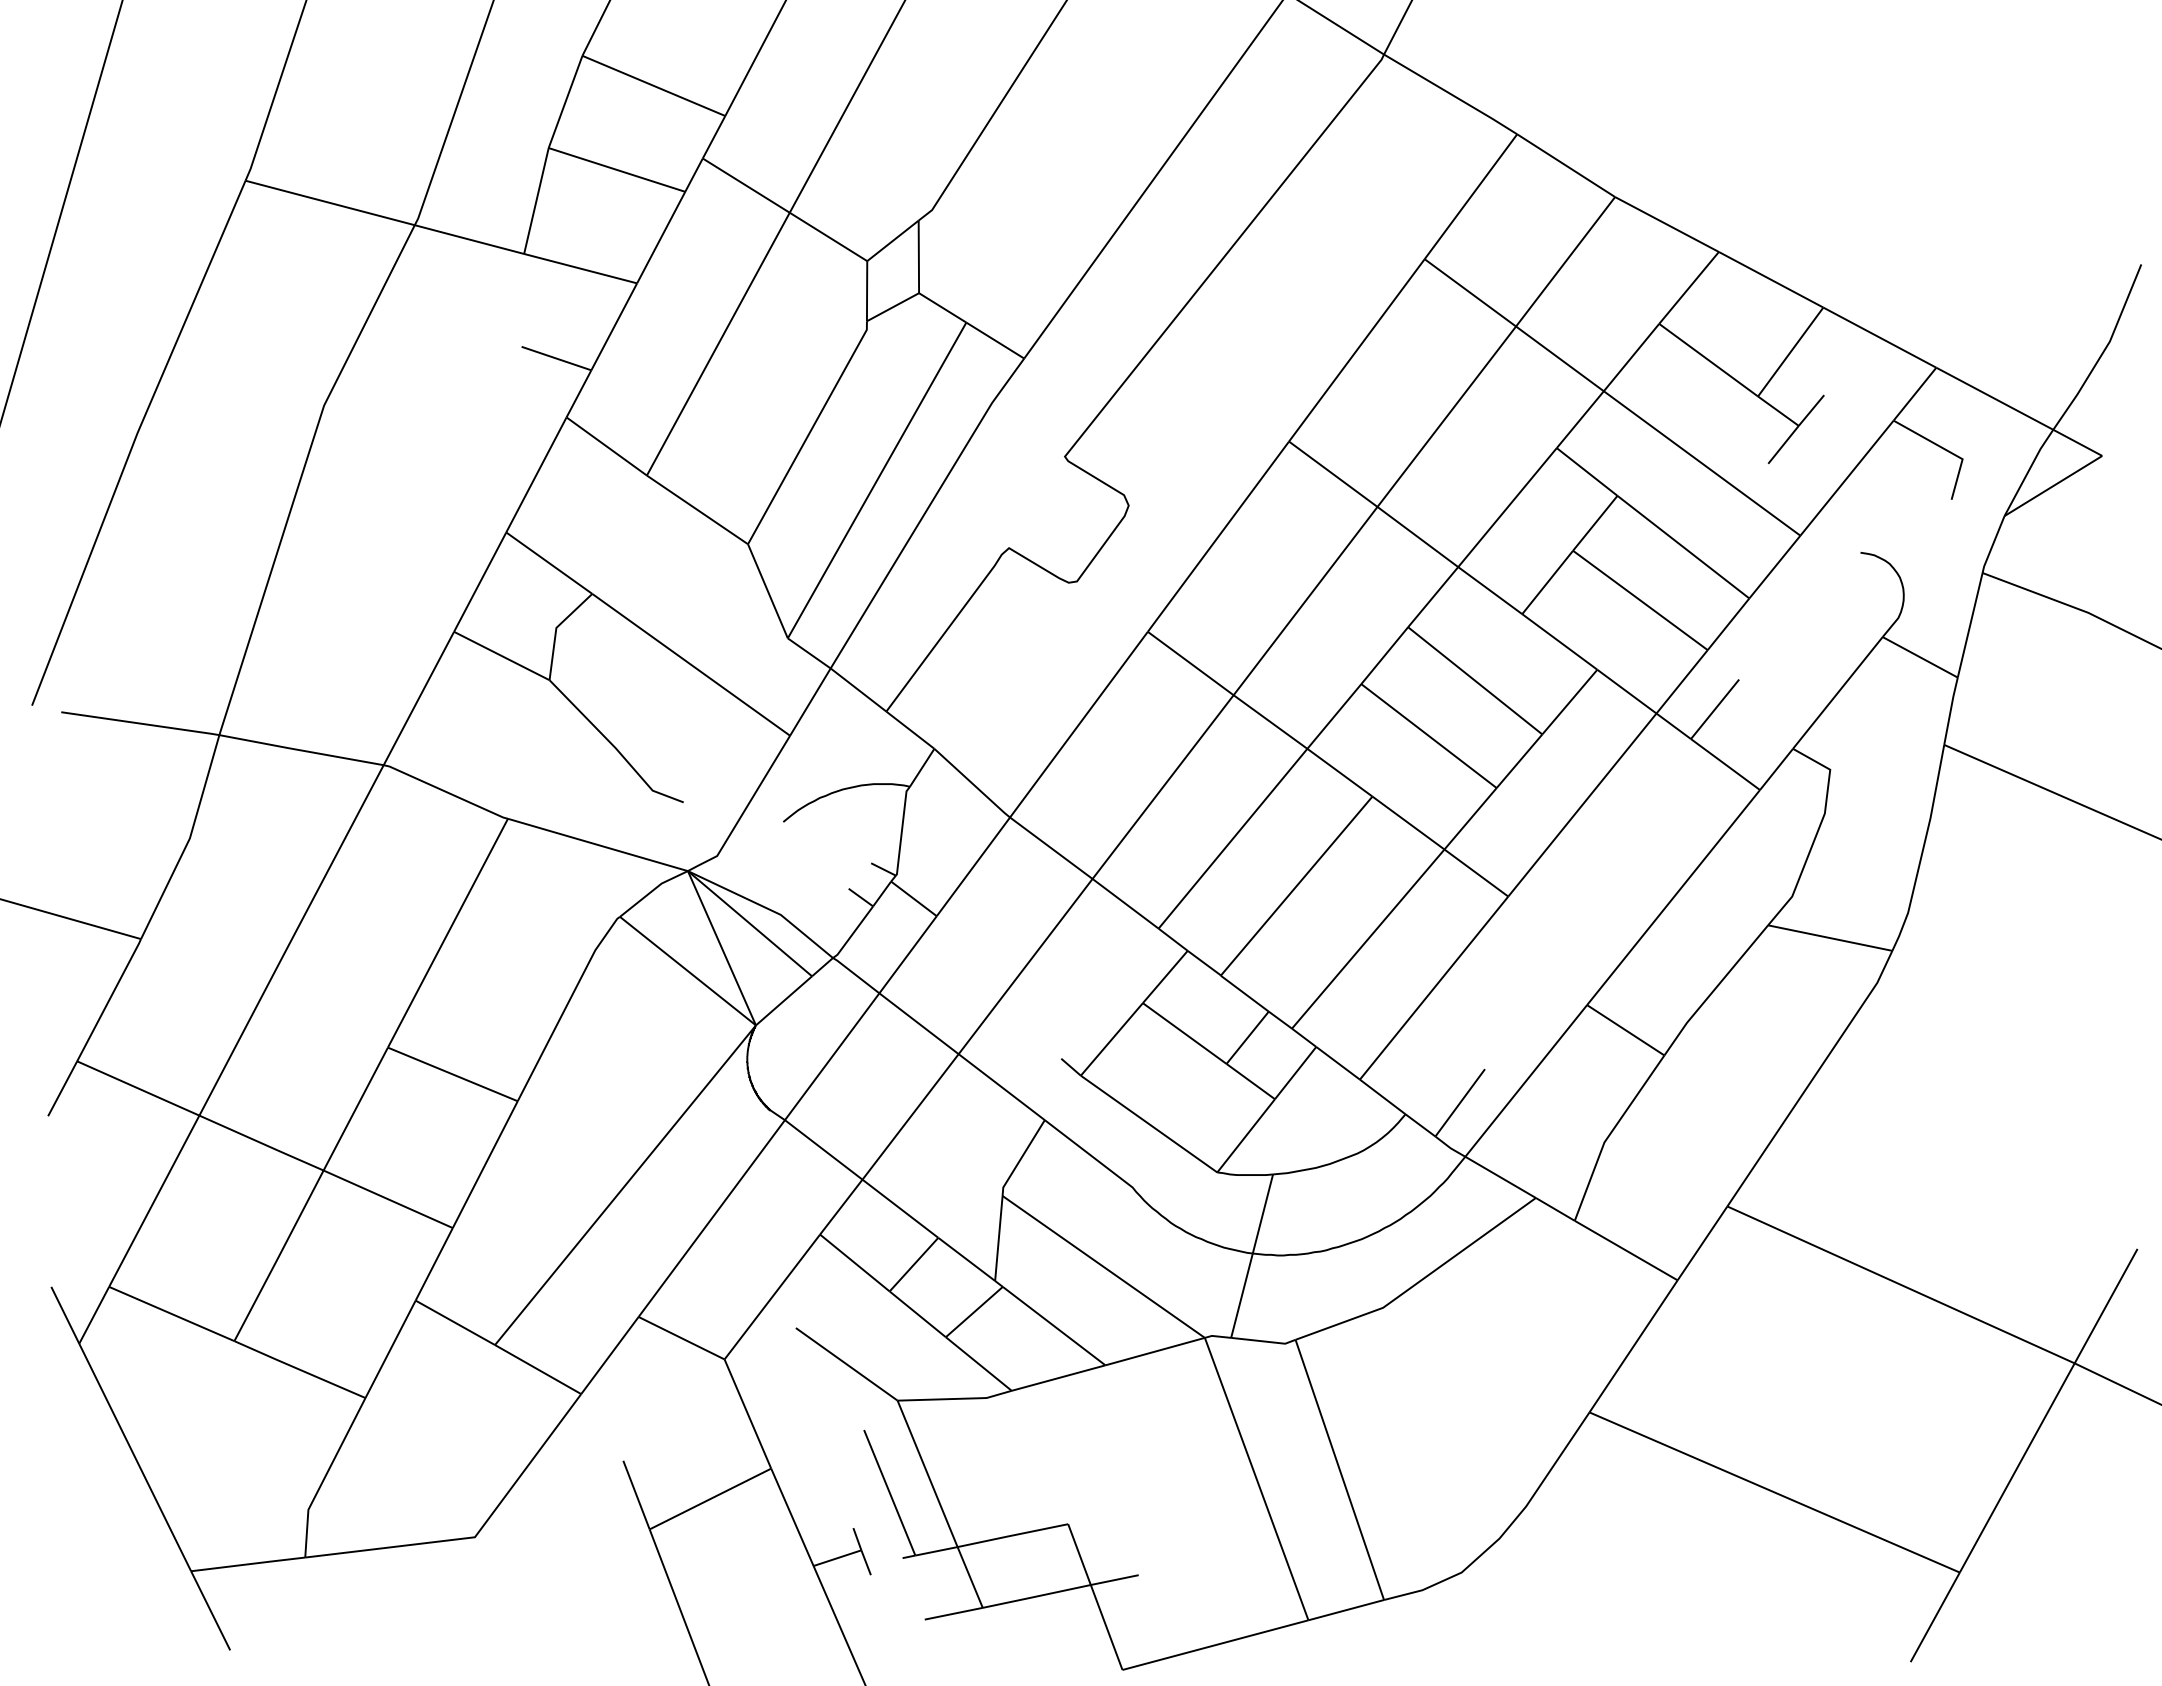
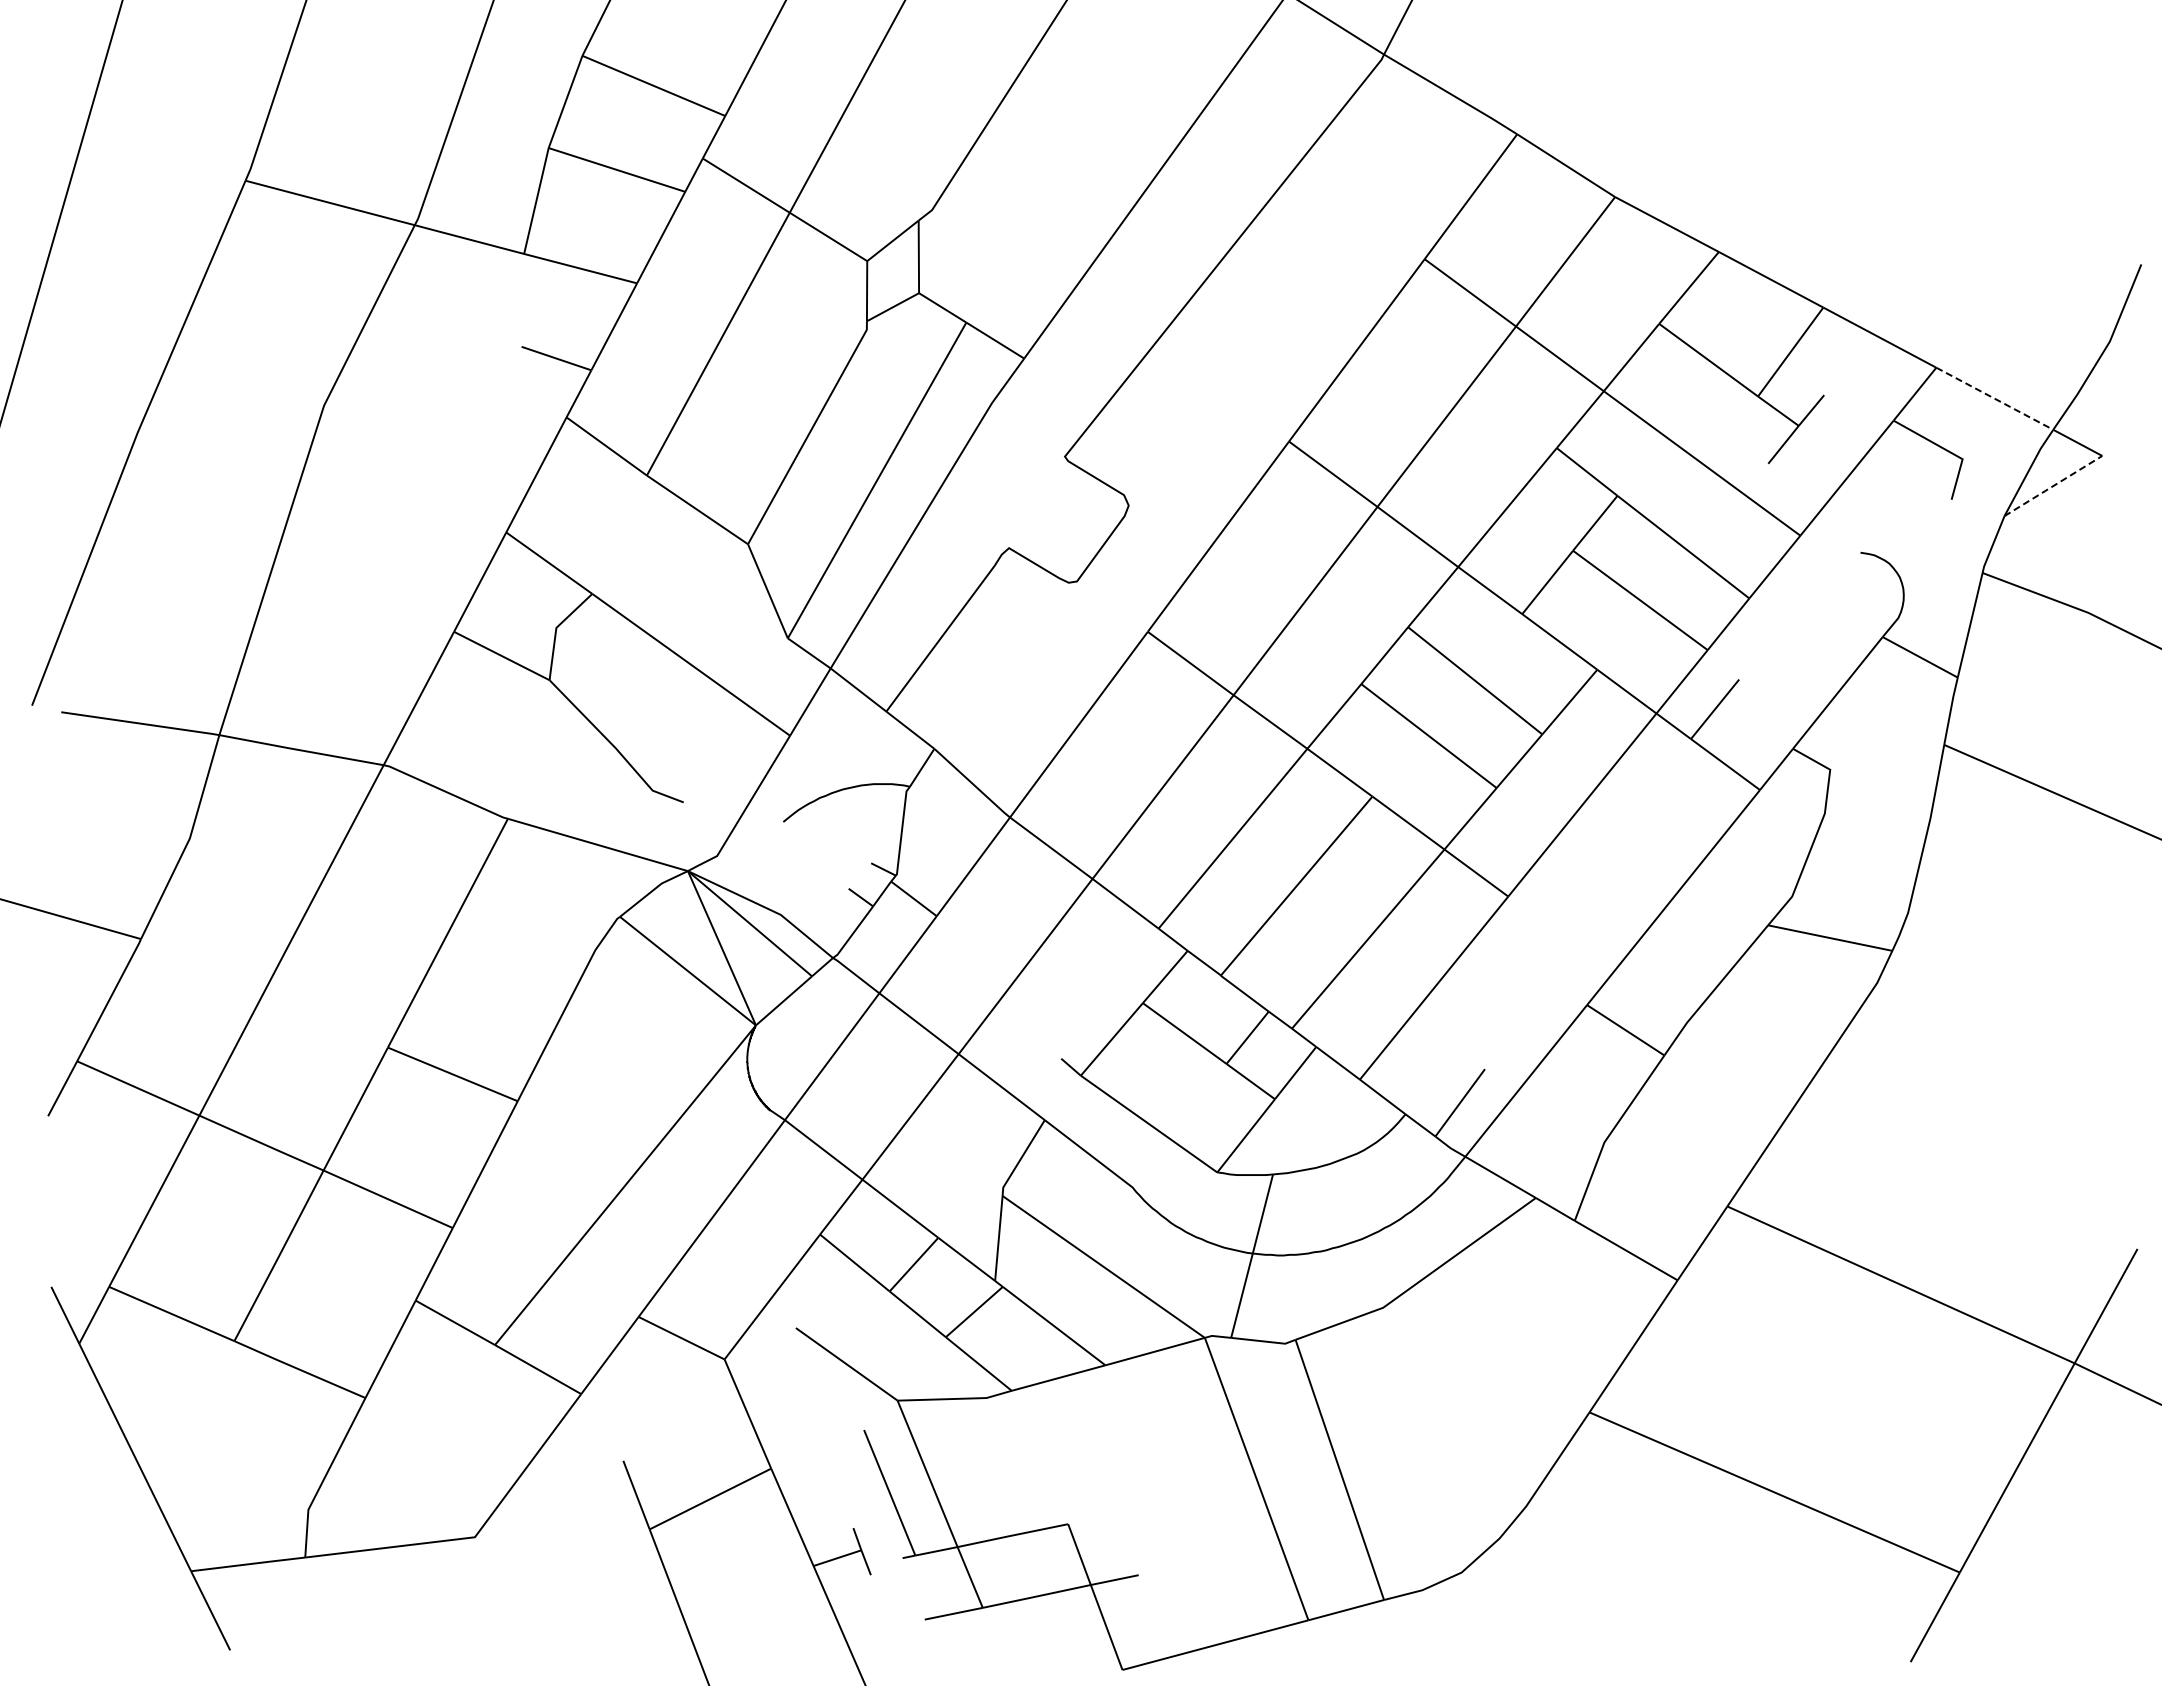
line at (1995, 399): solid -> dashed
line at (2053, 485): solid -> dashed
